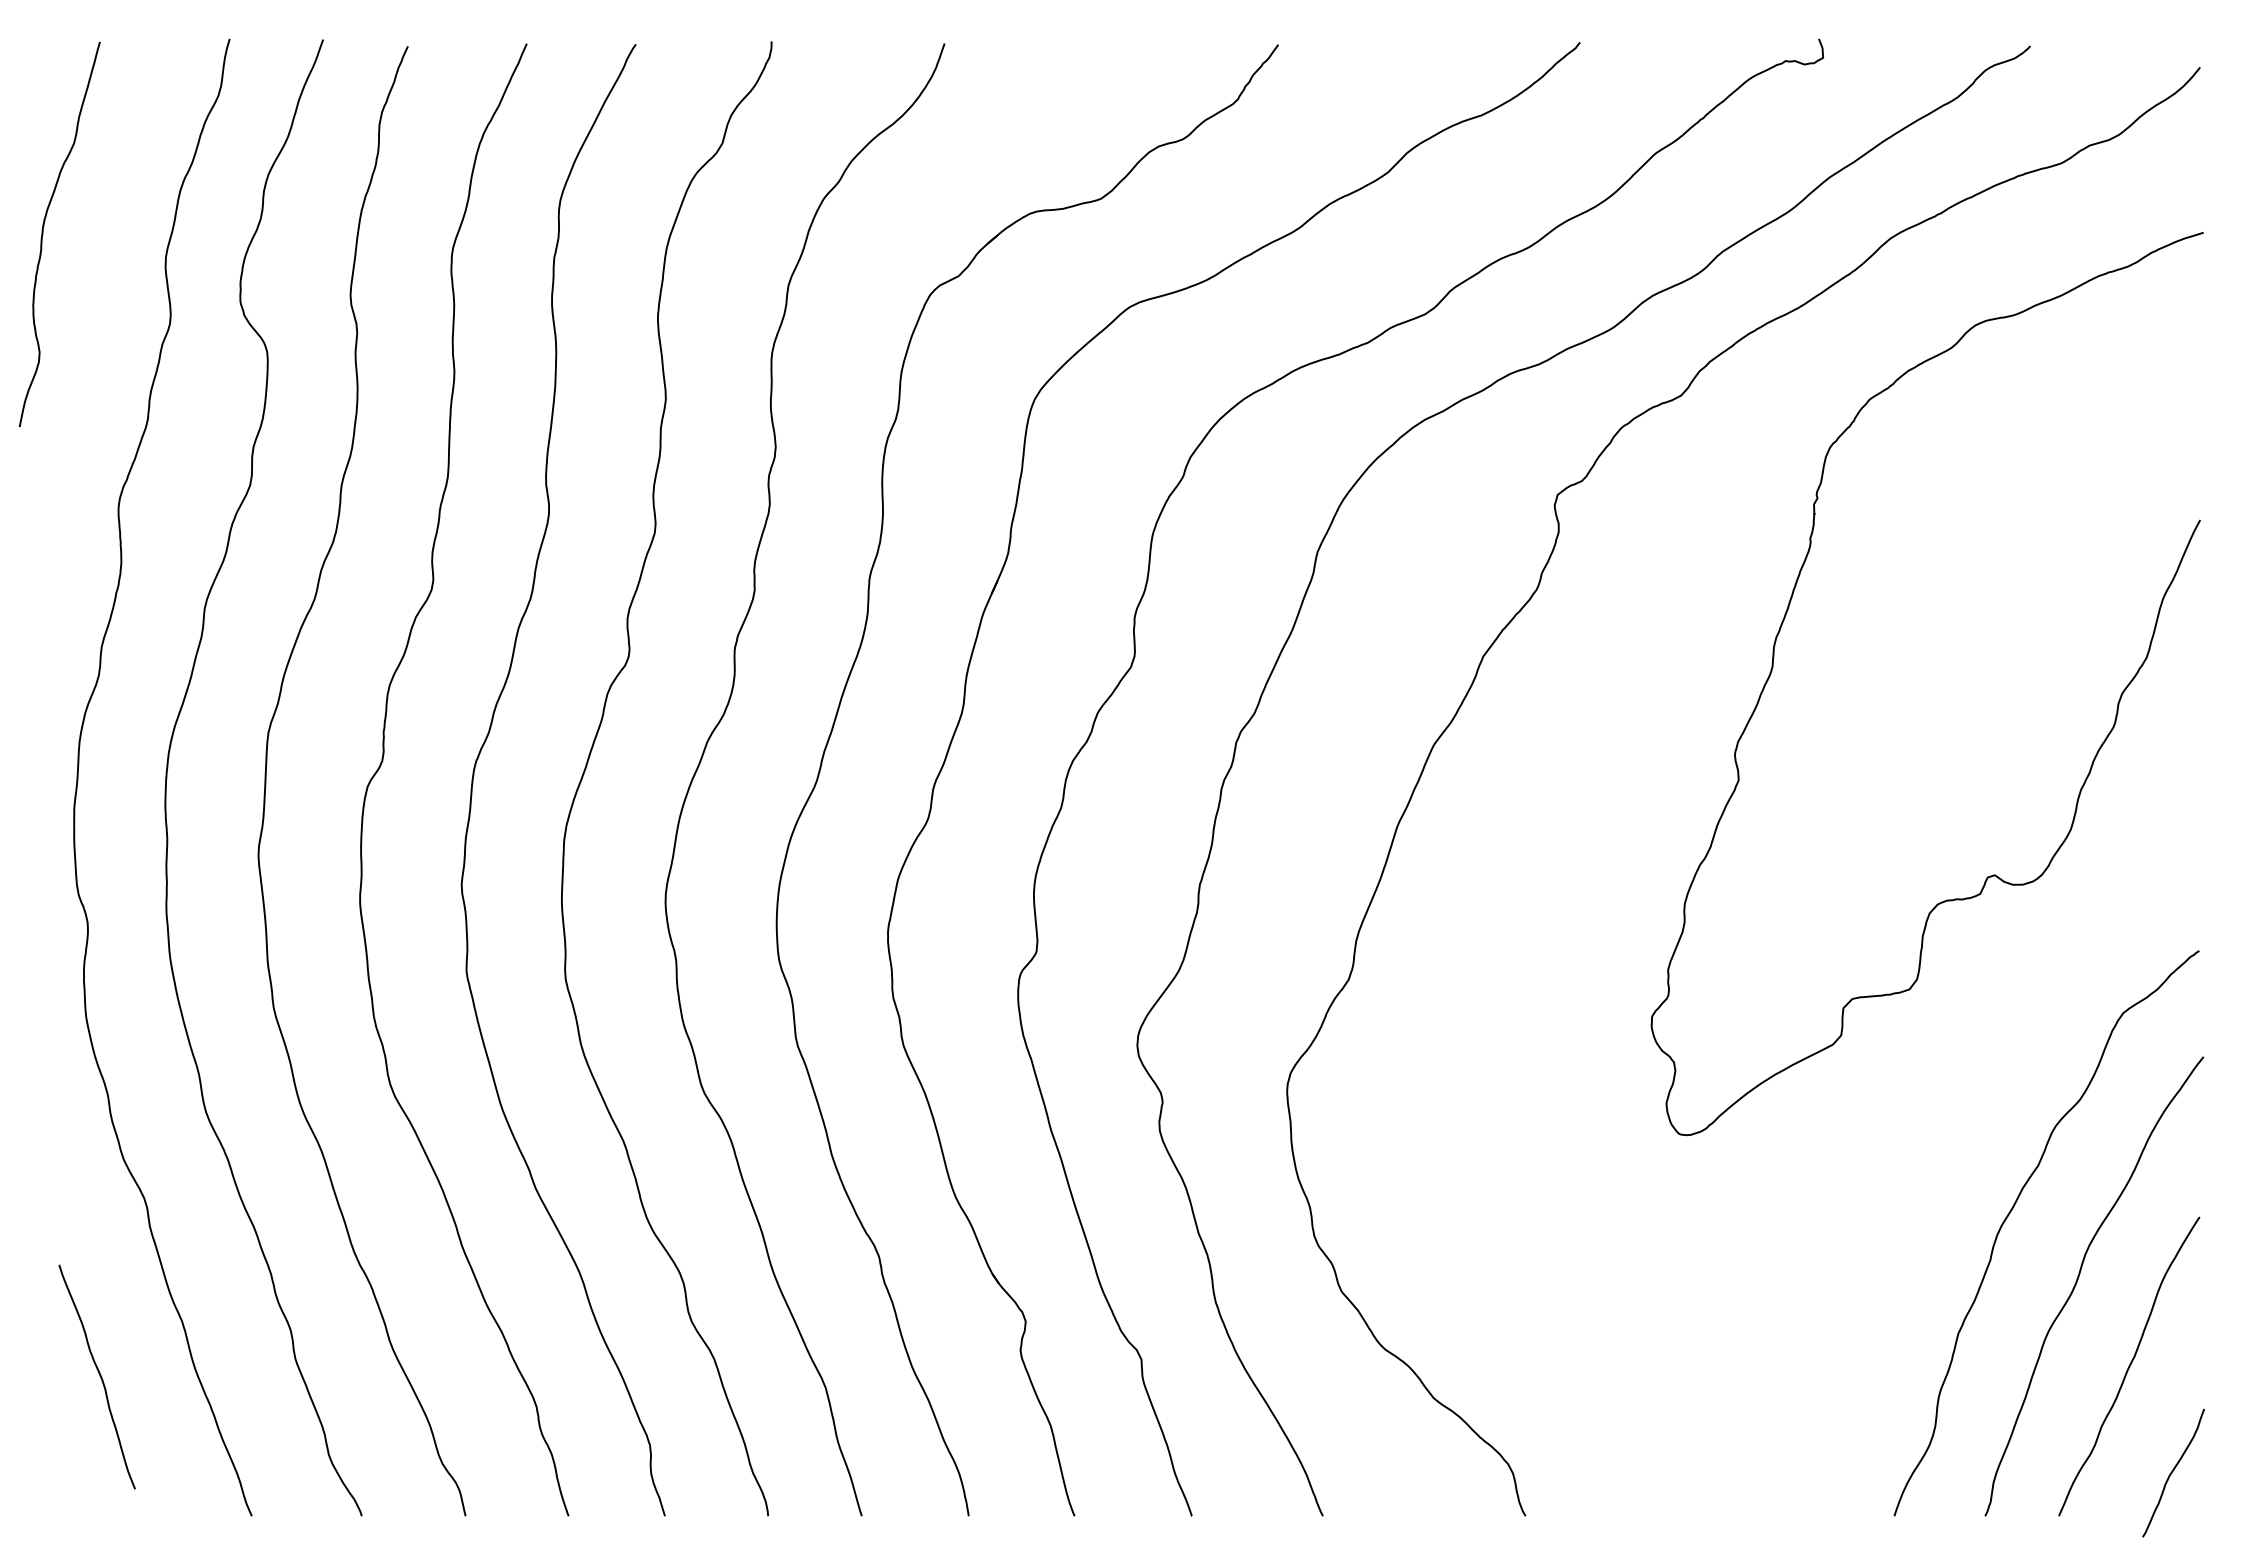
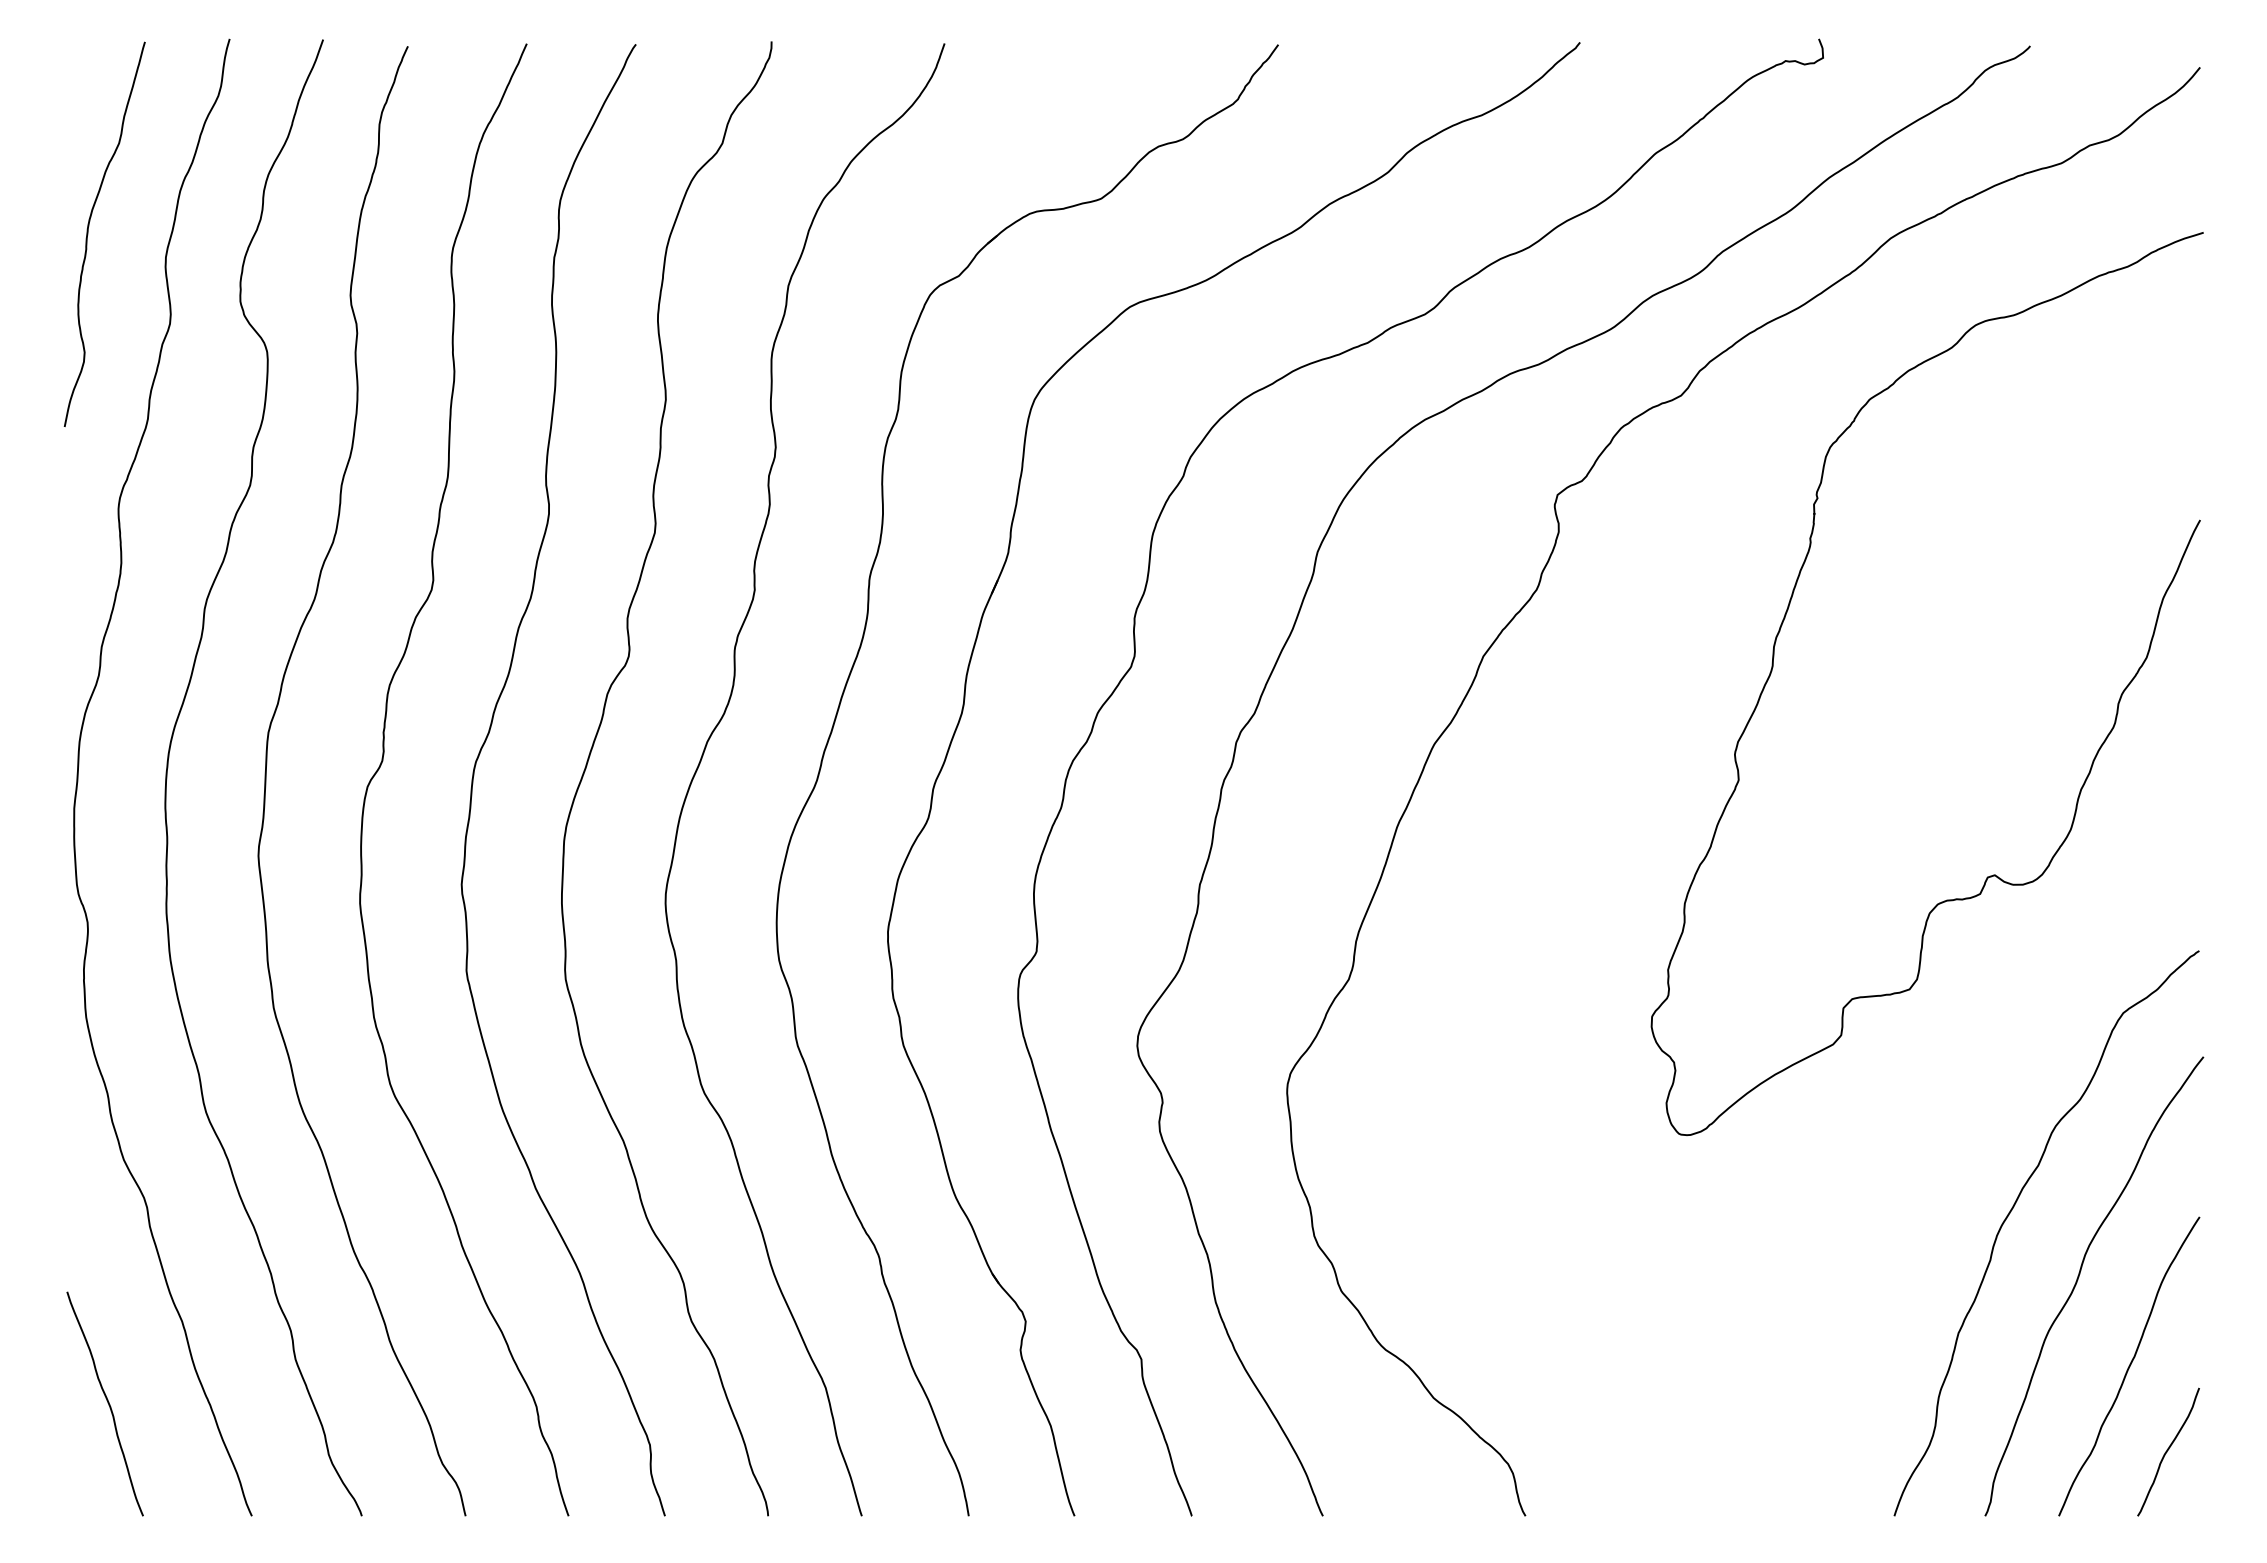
curve at (43, 234) position: (43, 234) -> (88, 234)
curve at (99, 1376) position: (99, 1376) -> (107, 1403)
curve at (2173, 1471) position: (2173, 1471) -> (2168, 1450)
